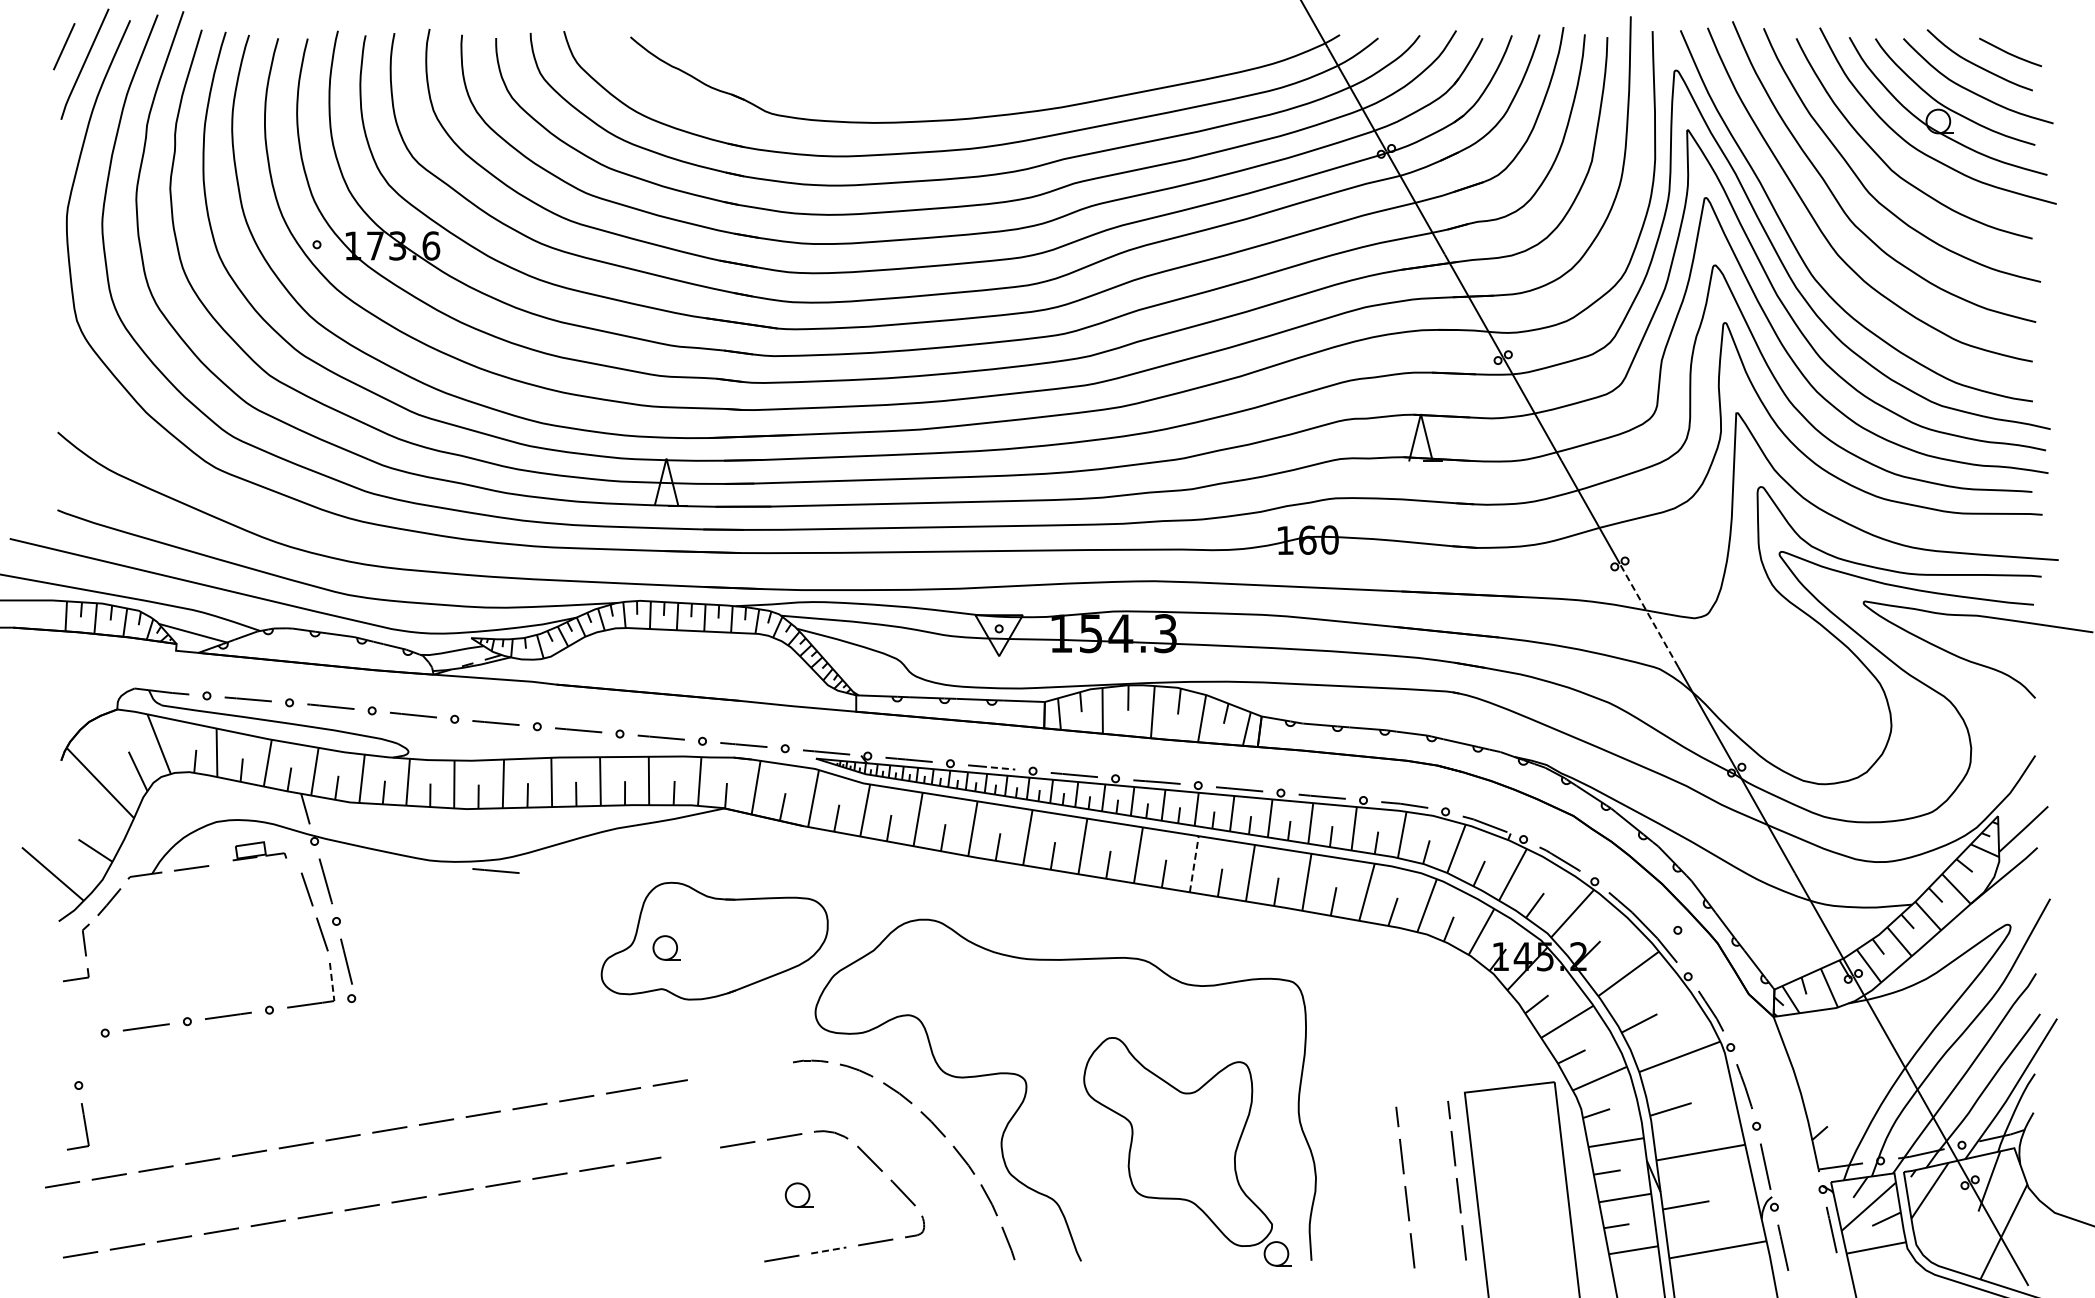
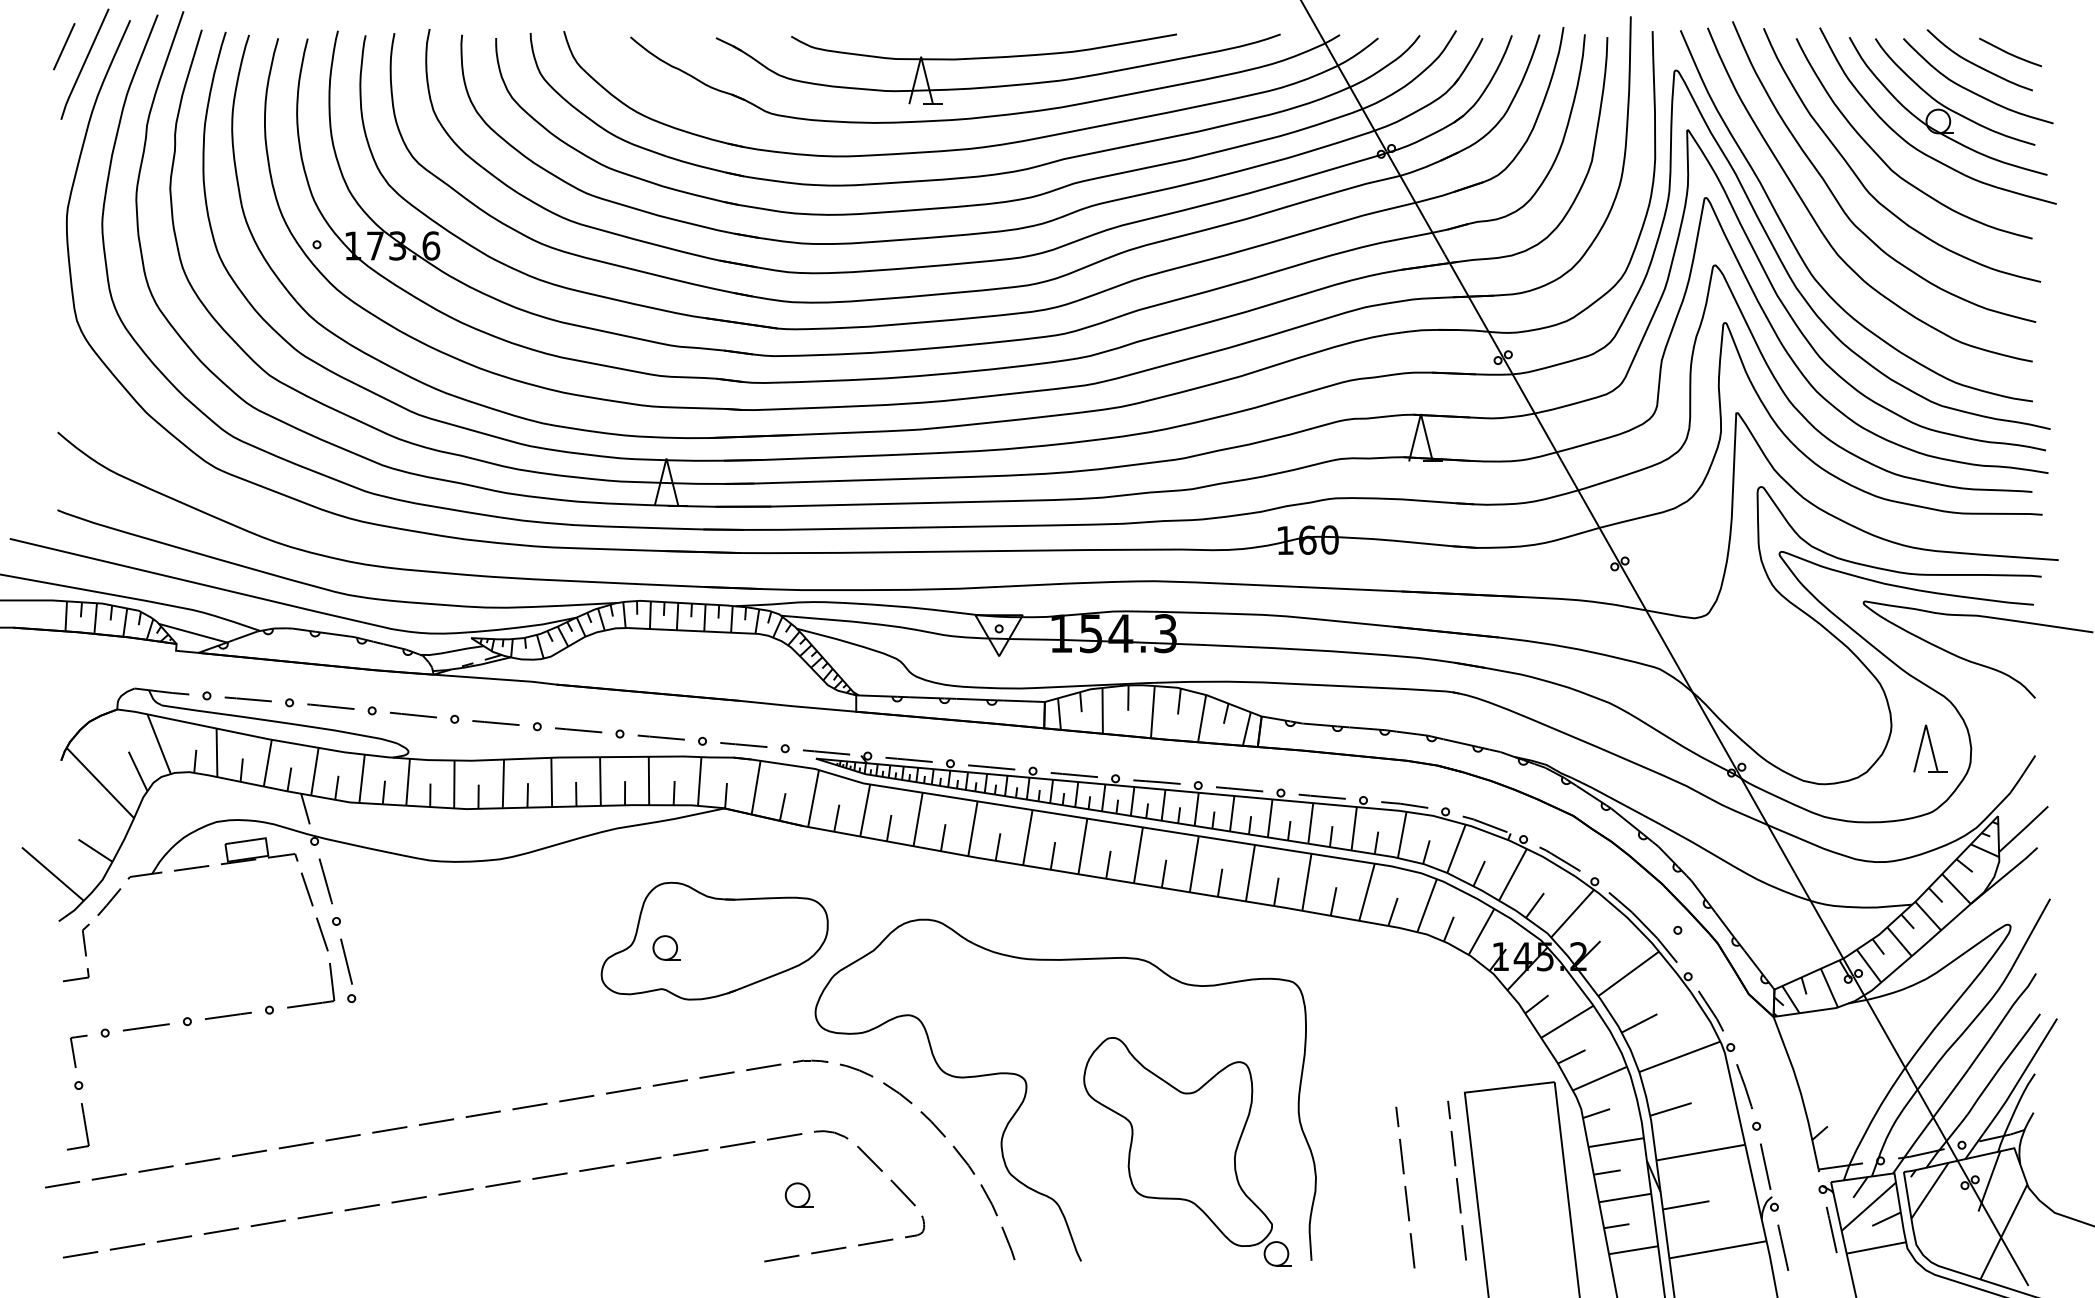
part at (997, 58): none -> present
line at (1648, 615): dashed -> solid
part at (1930, 748): none -> present
line at (997, 767): dashed -> solid
part at (259, 851) size: 55x21 px -> 78x29 px
line at (1194, 863): dashed -> solid
line at (495, 870): present -> none
line at (332, 982): dashed -> solid
part at (78, 1050): none -> present
line at (763, 1066): none -> present
line at (716, 1074): none -> present
line at (690, 1152): none -> present
line at (828, 1250): dashed -> solid
